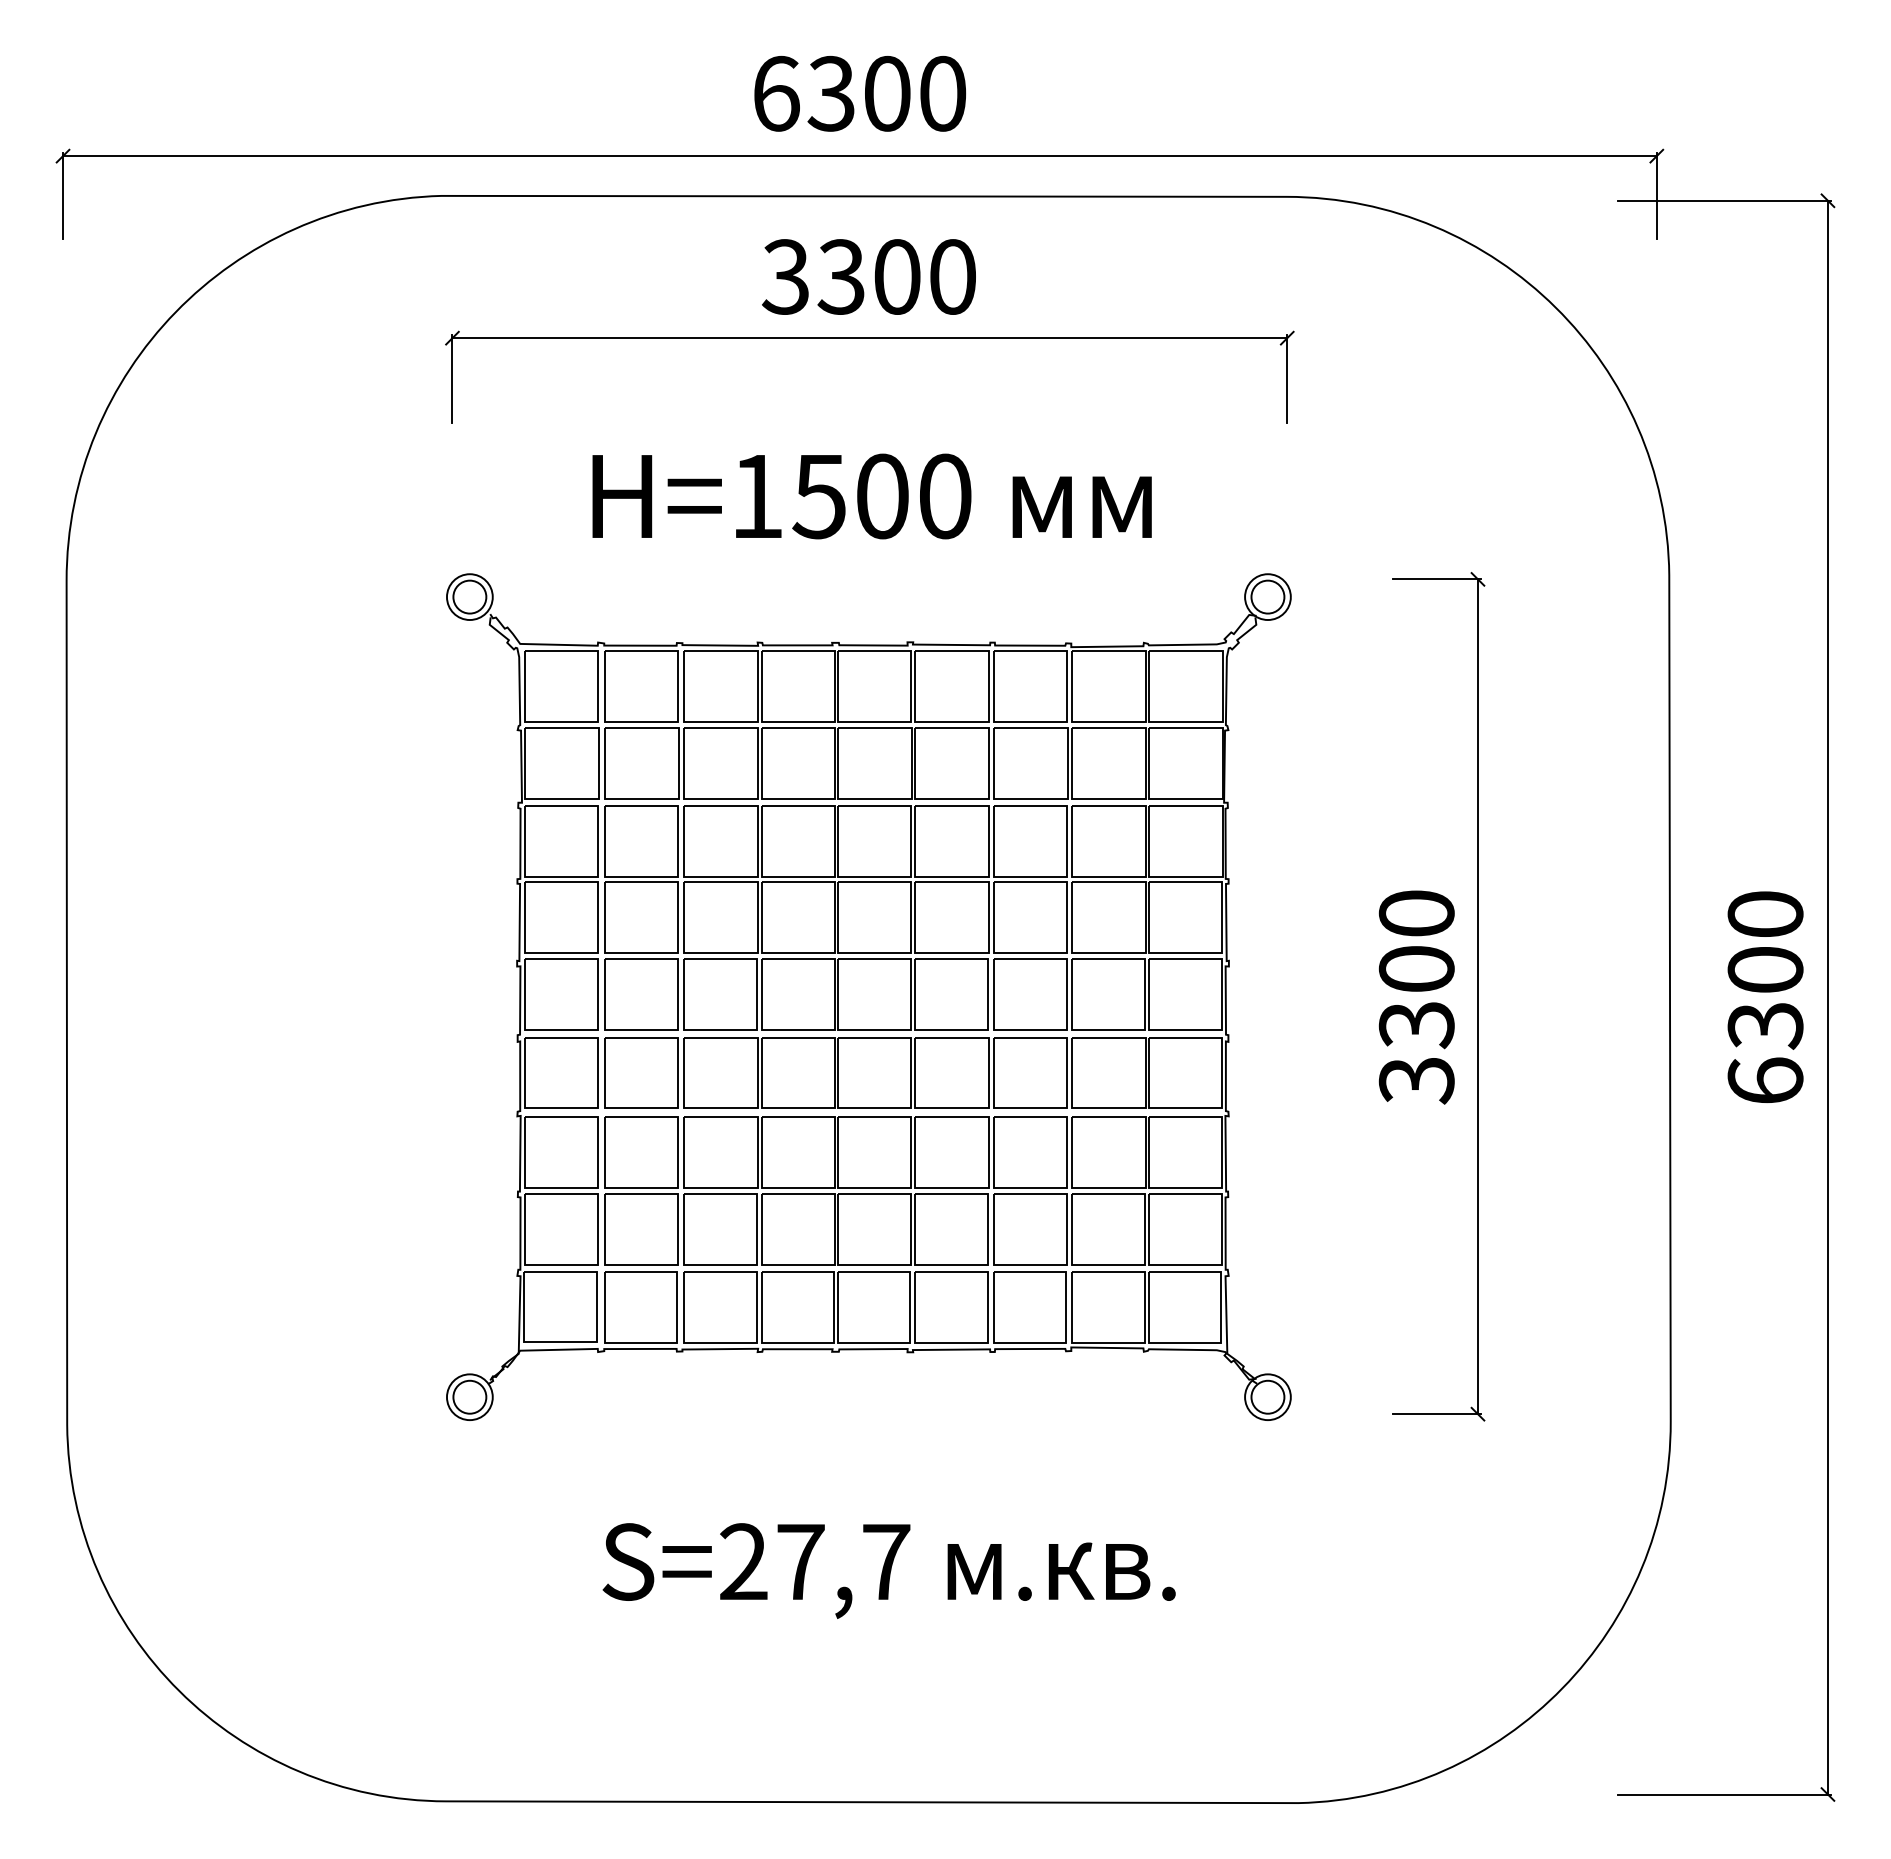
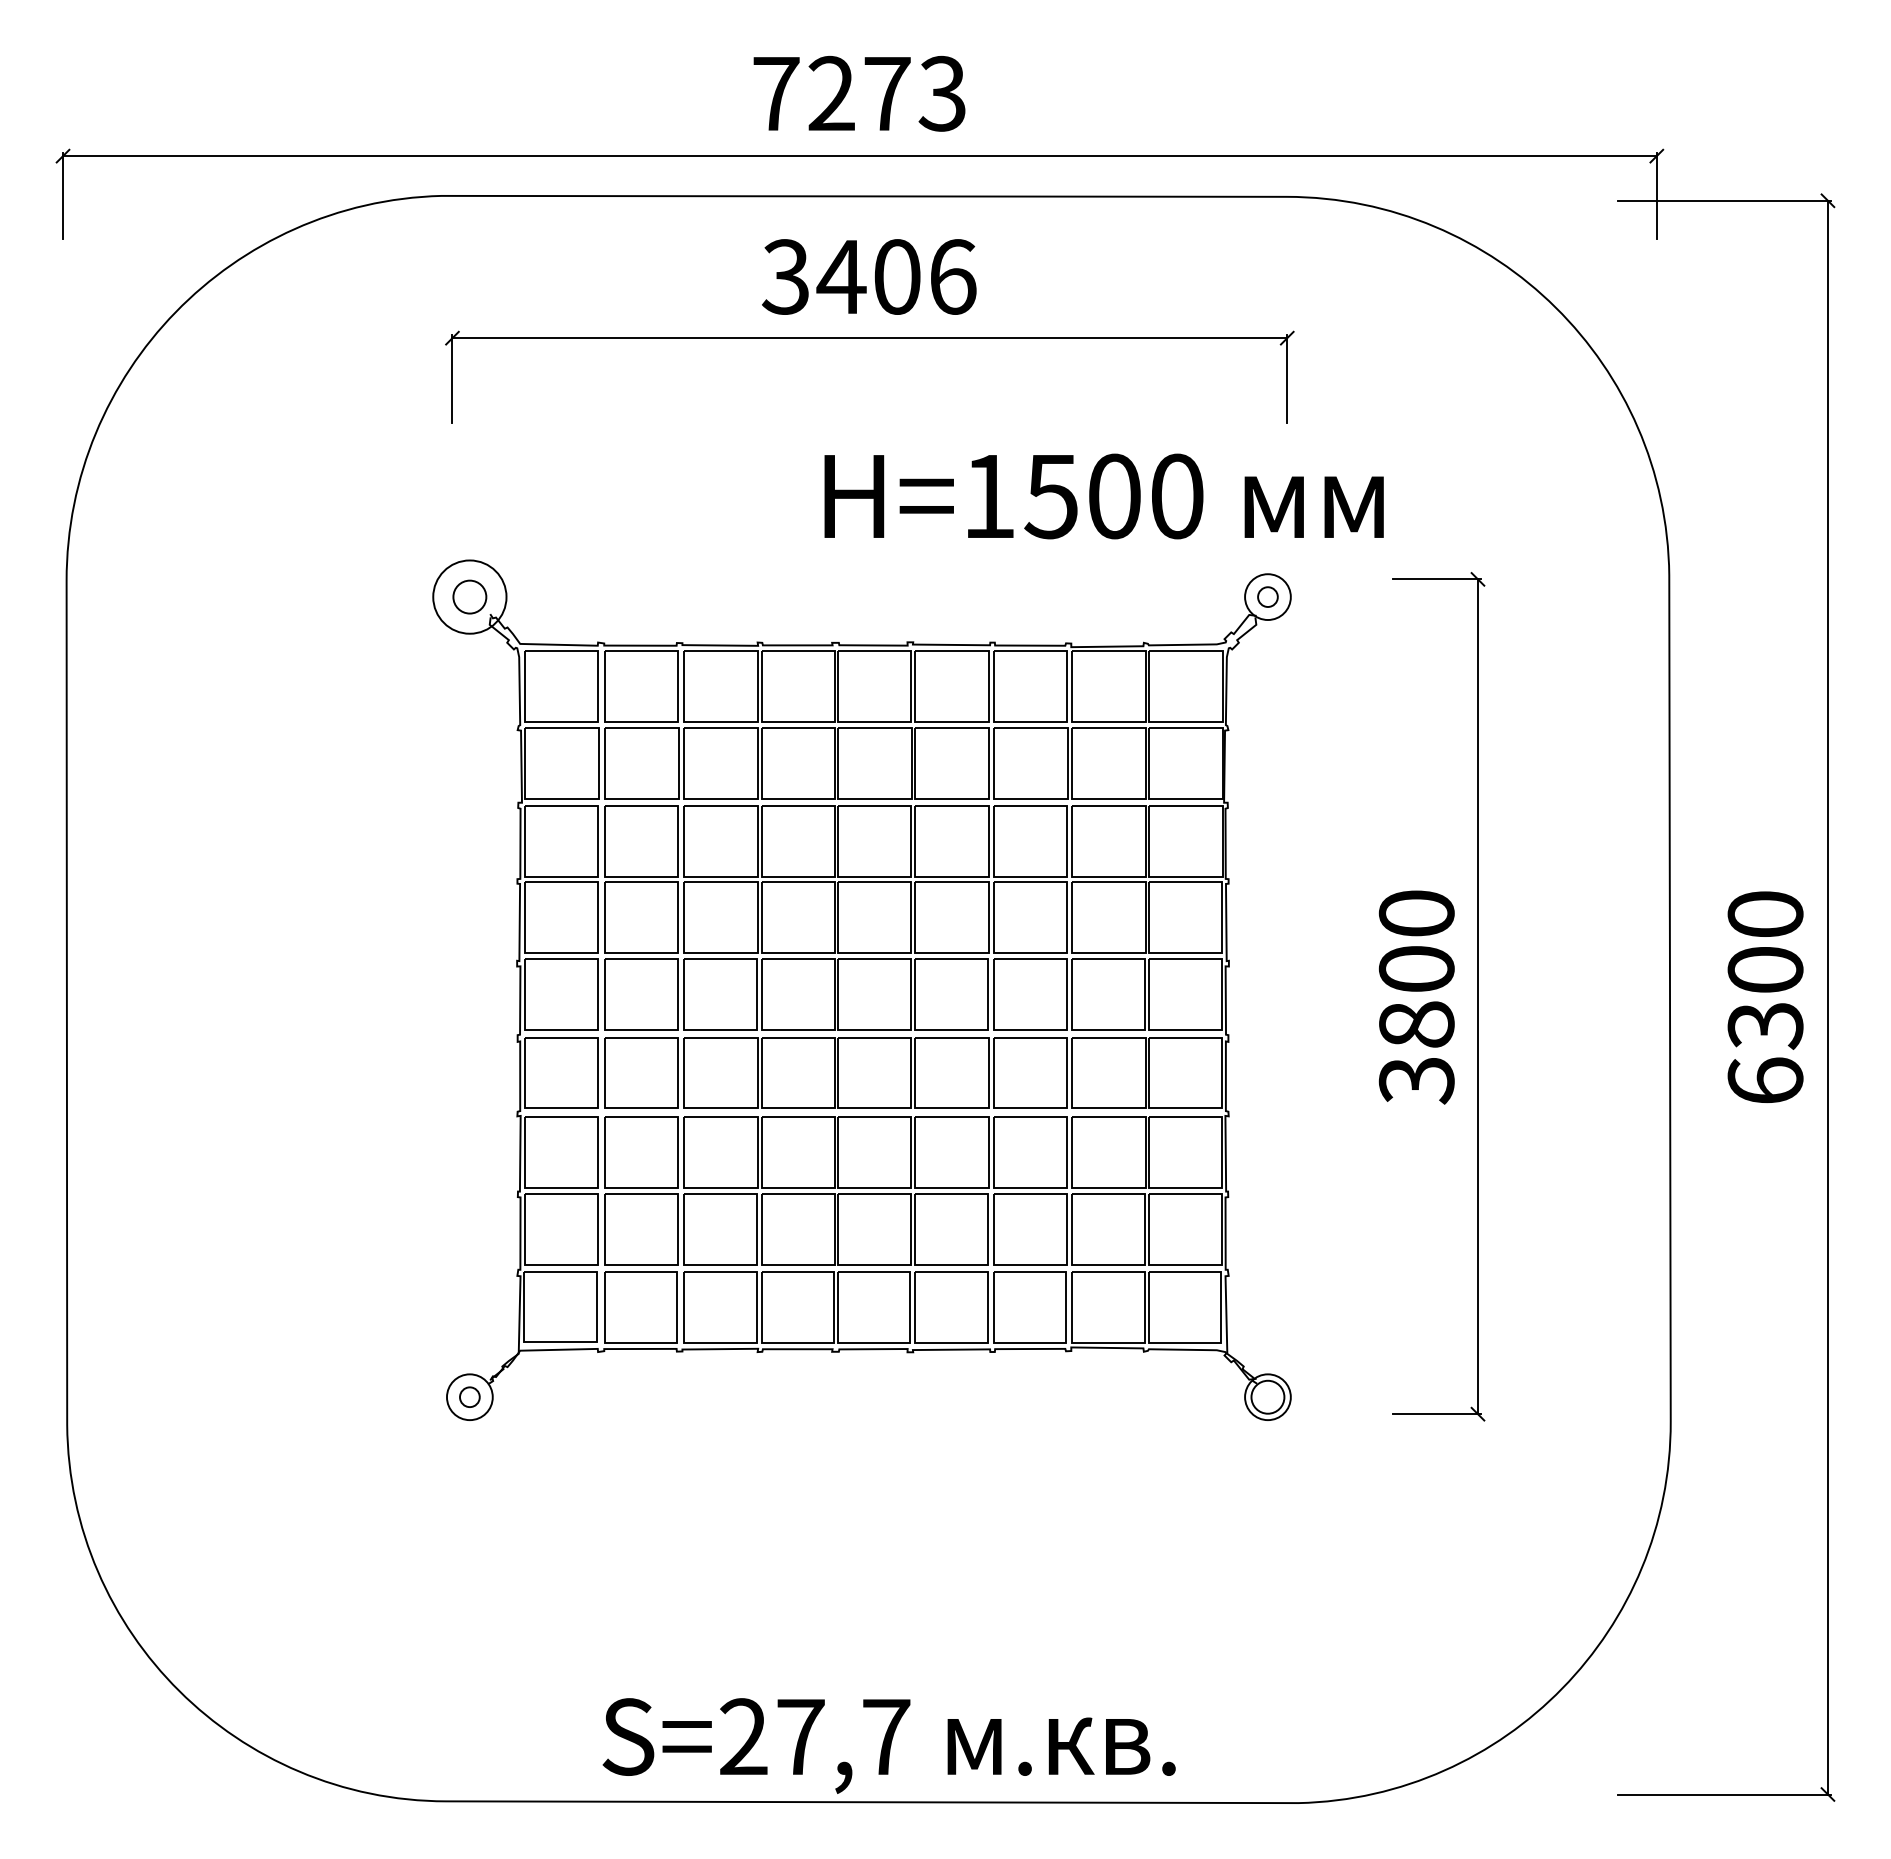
text at (859, 93): 6300 -> 7273
text at (896, 276): 3300 -> 3406
text at (871, 496) position: (871, 496) -> (1103, 496)
circle at (1267, 596) diameter: 33 px -> 20 px
circle at (469, 597) diameter: 46 px -> 73 px
text at (1416, 1025): 3300 -> 3800
circle at (469, 1396) diameter: 33 px -> 20 px
text at (888, 1570) position: (888, 1570) -> (888, 1745)
